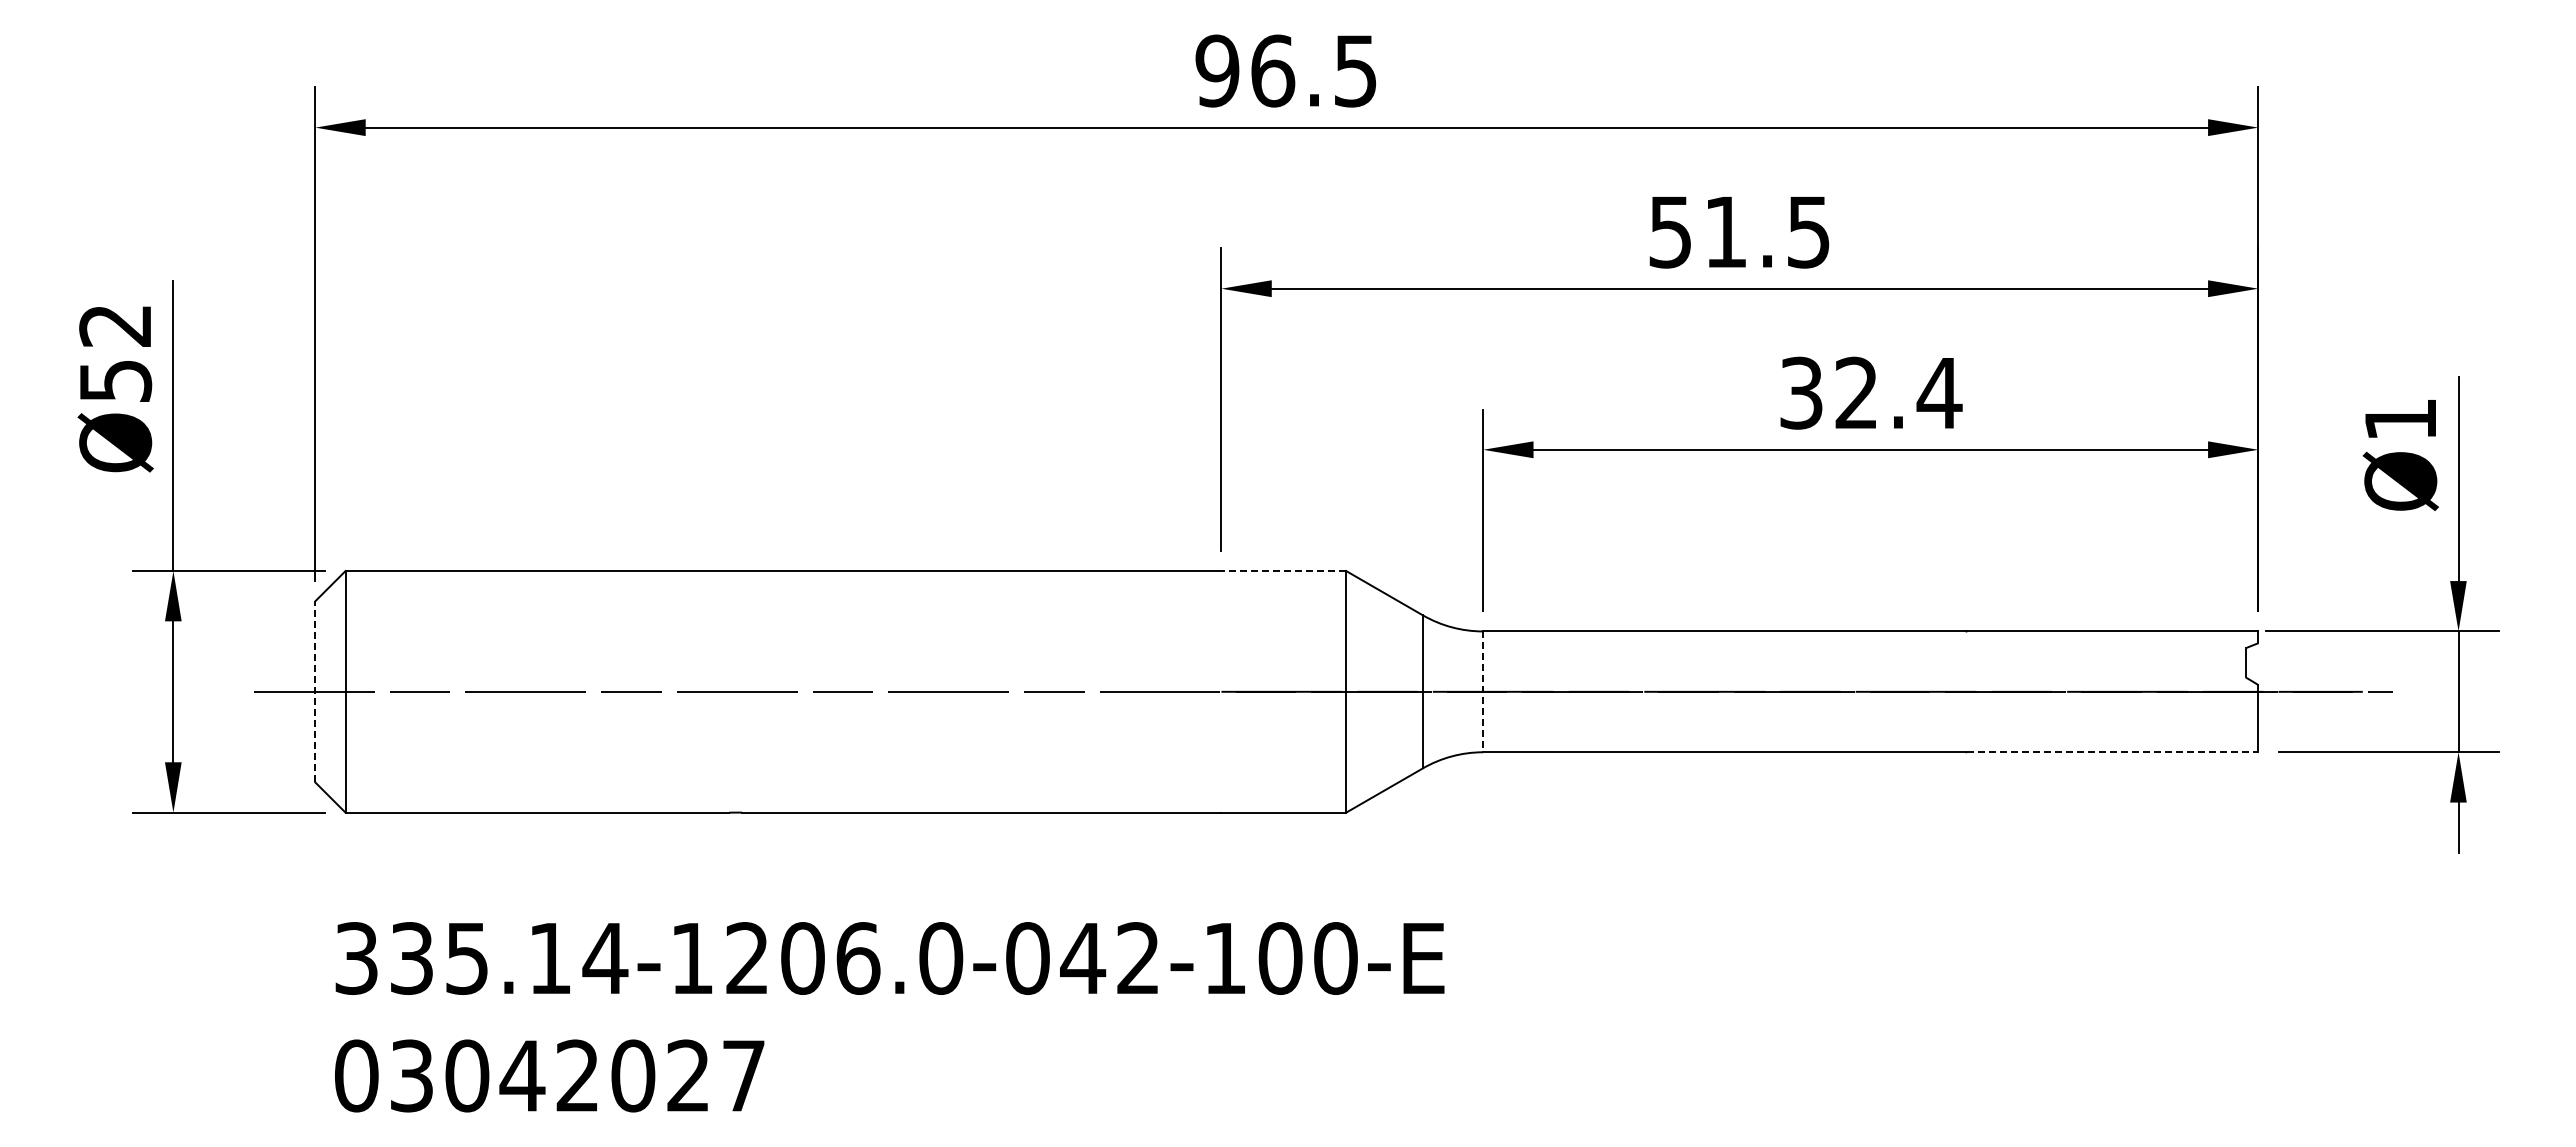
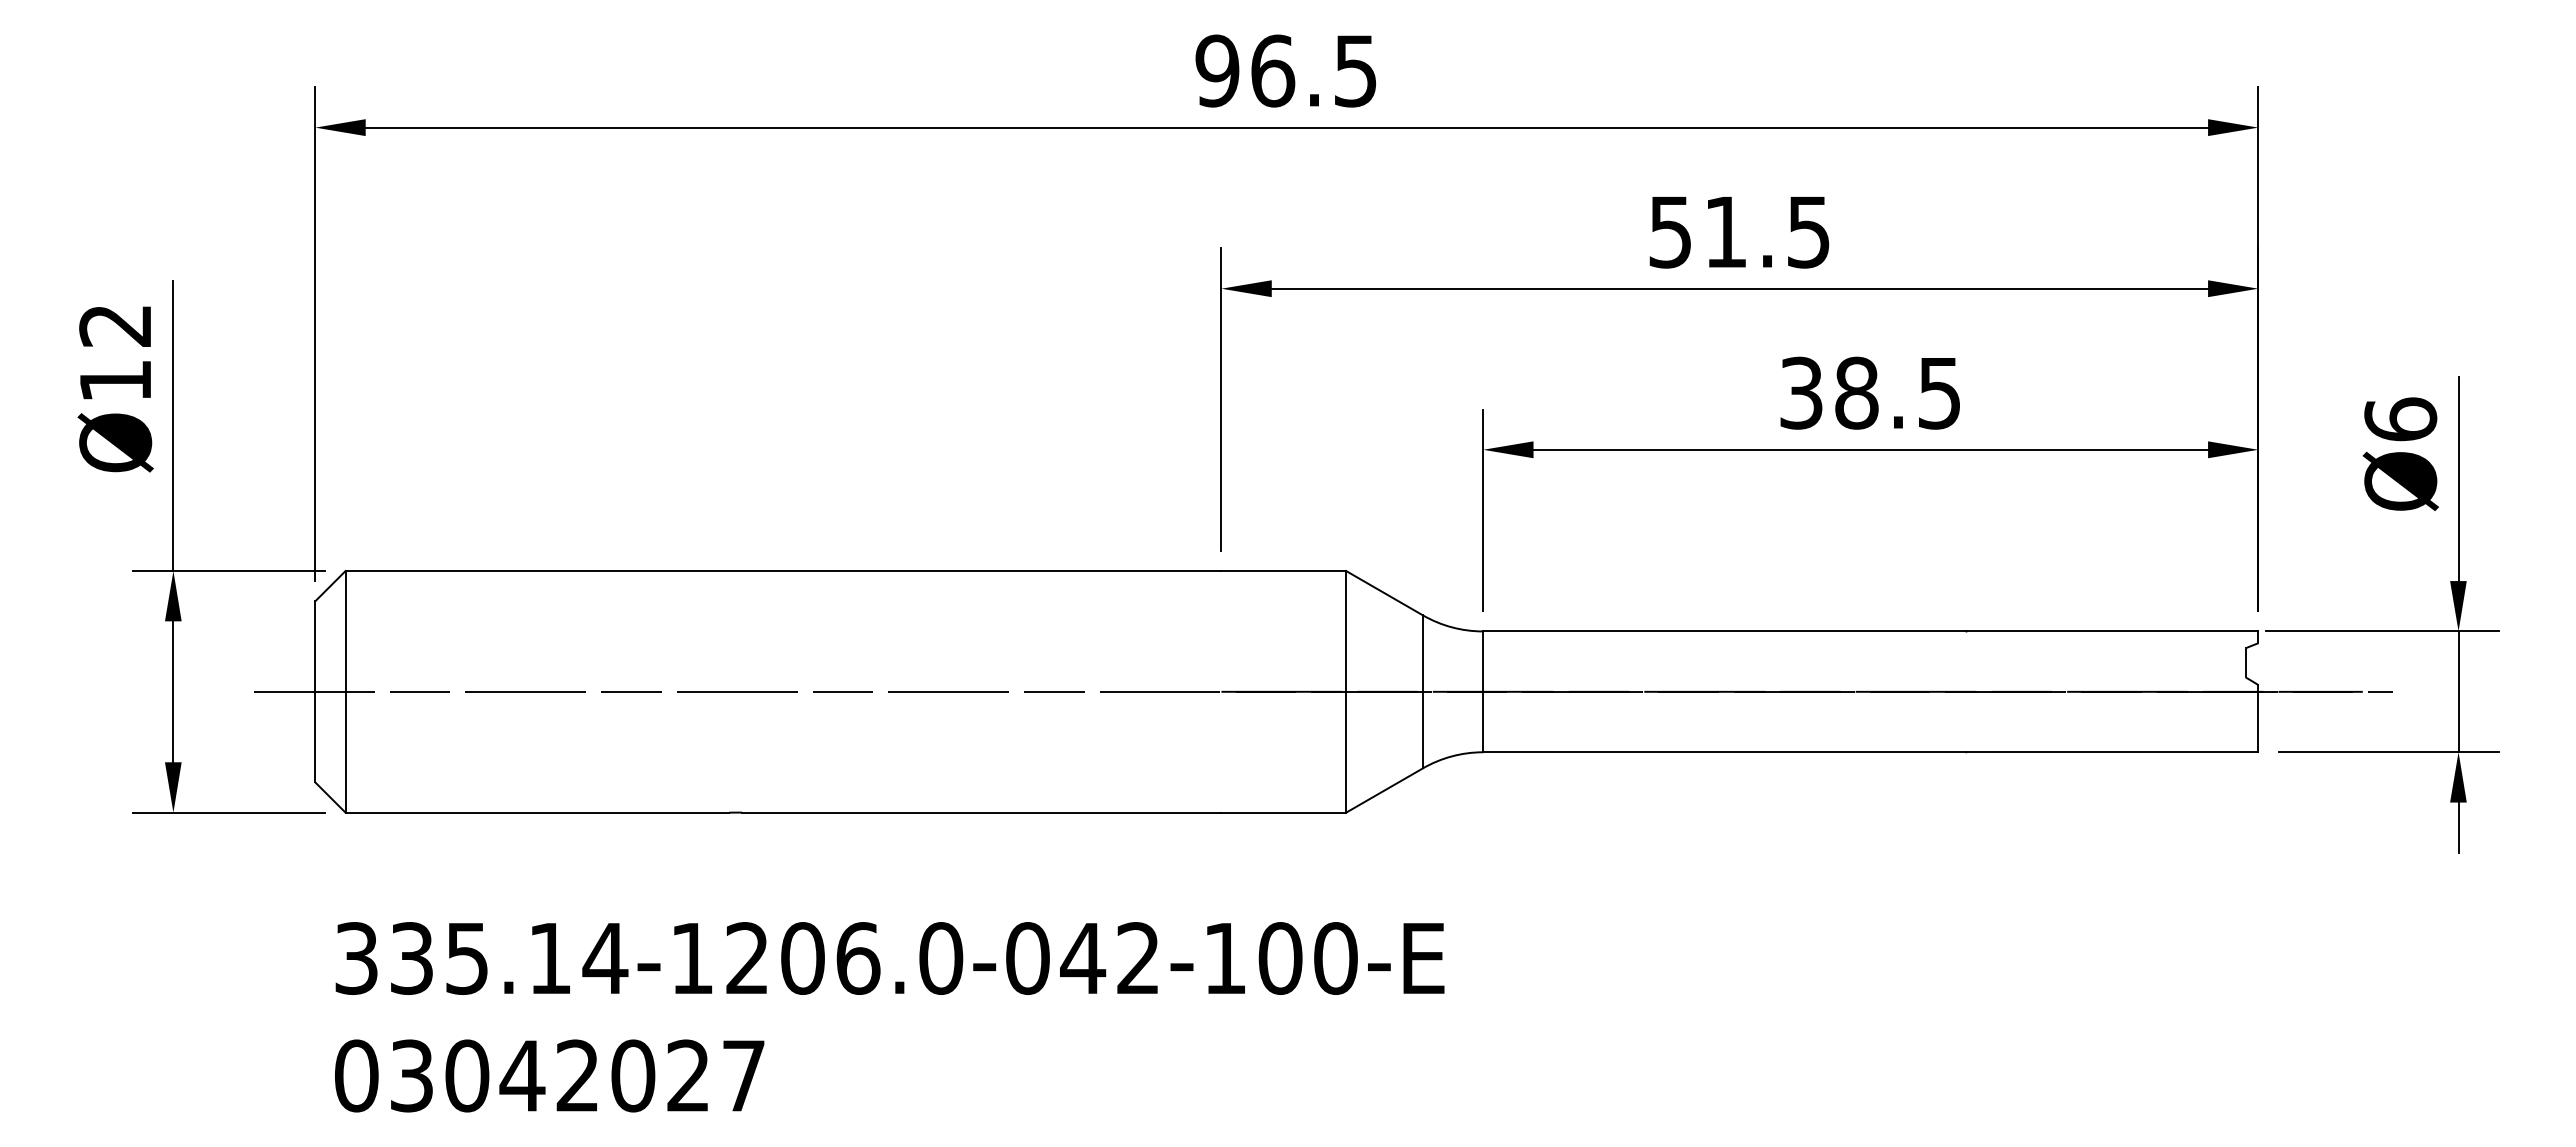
text at (116, 381): Ø52 -> Ø12
text at (1898, 392): 32.4 -> 38.5
text at (2400, 419): Ø1 -> Ø6
line at (1283, 571): dashed -> solid
line at (315, 691): dashed -> solid
line at (1483, 692): dashed -> solid
line at (2112, 752): dashed -> solid
